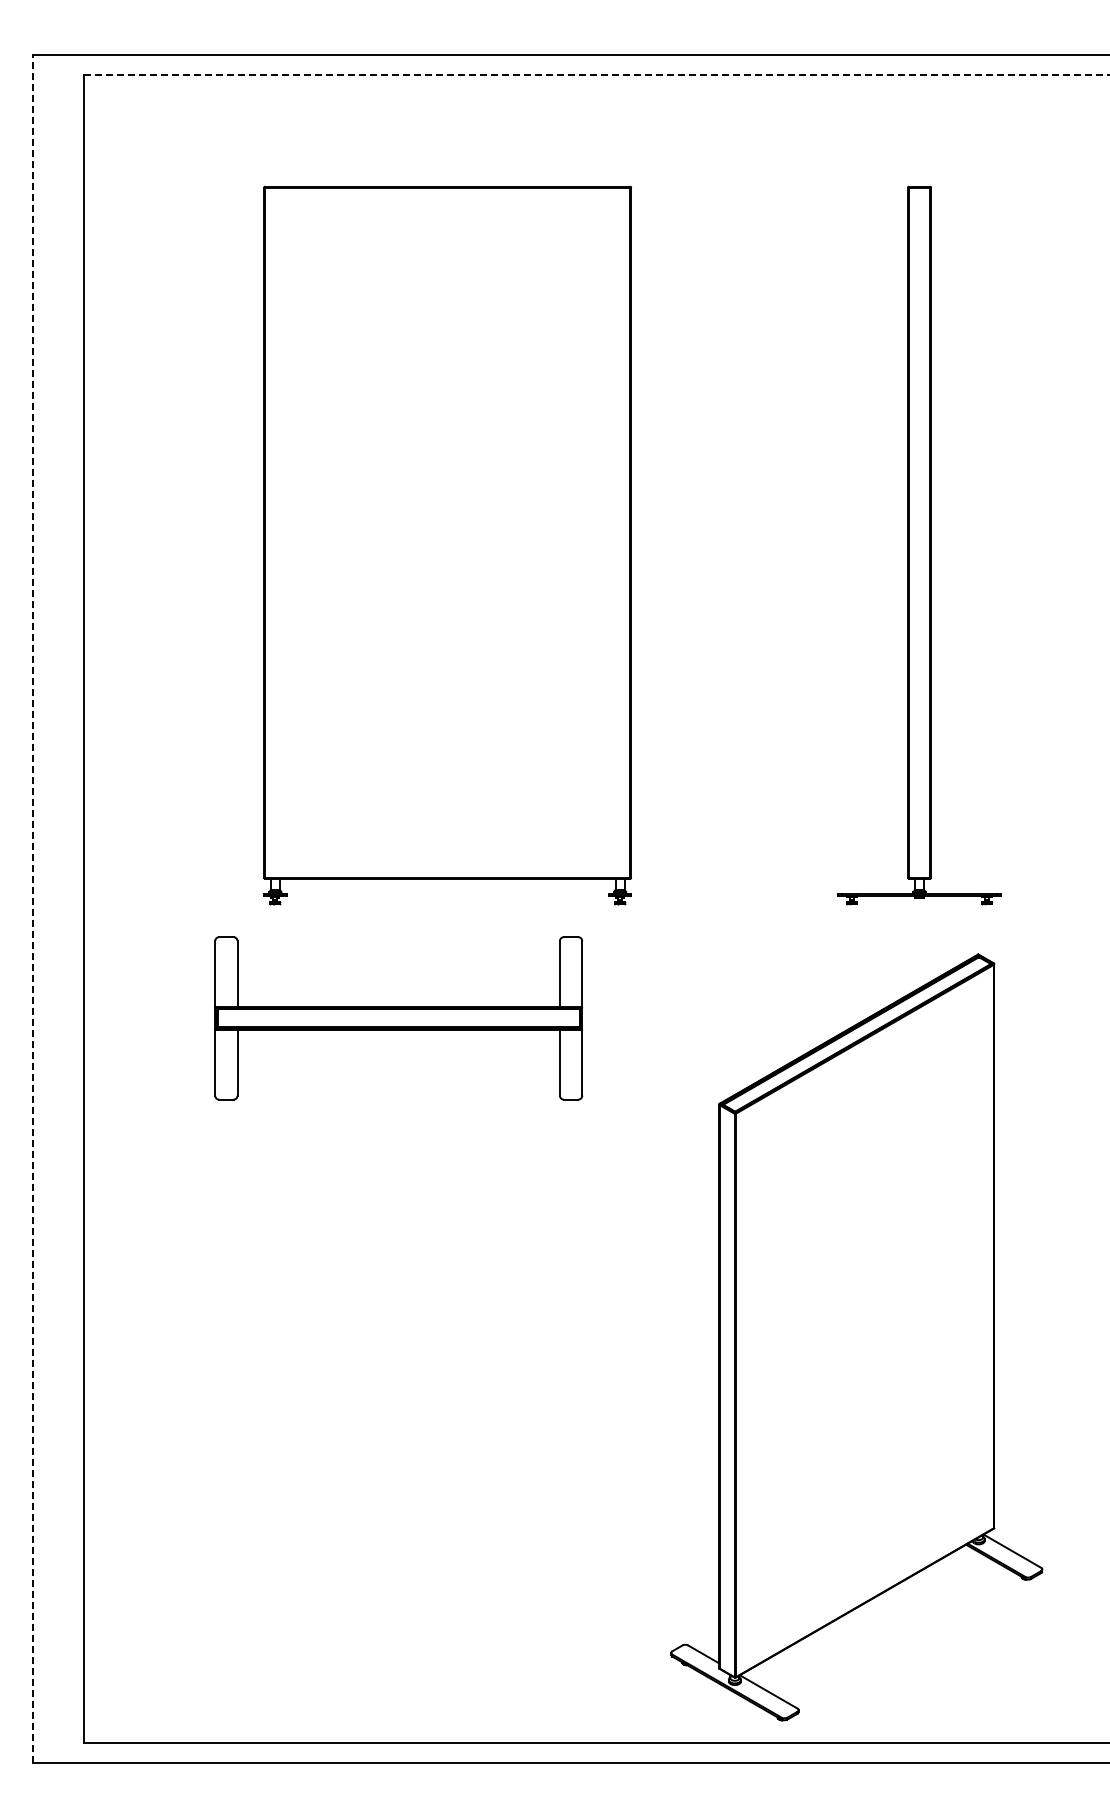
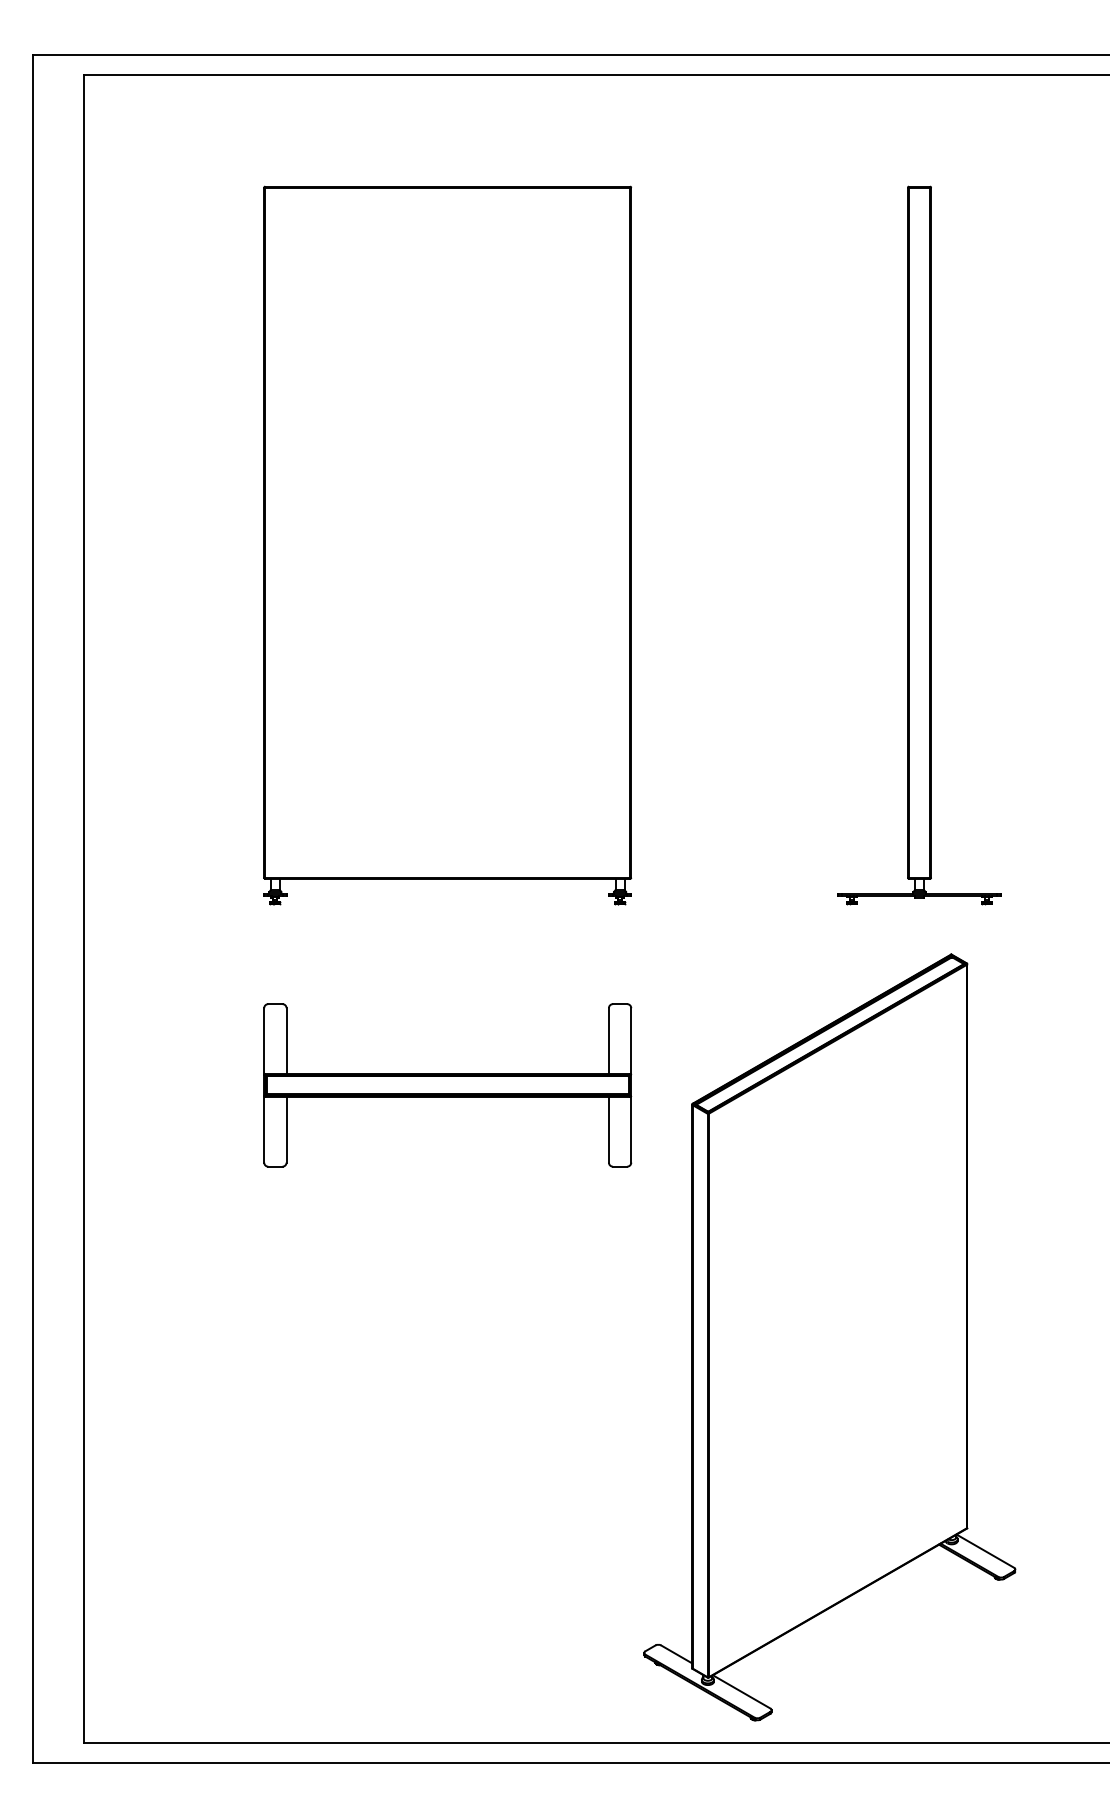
line at (596, 74): dashed -> solid
line at (33, 908): dashed -> solid
part at (398, 1018) position: (398, 1018) -> (447, 1085)
part at (856, 1337) position: (856, 1337) -> (829, 1337)
